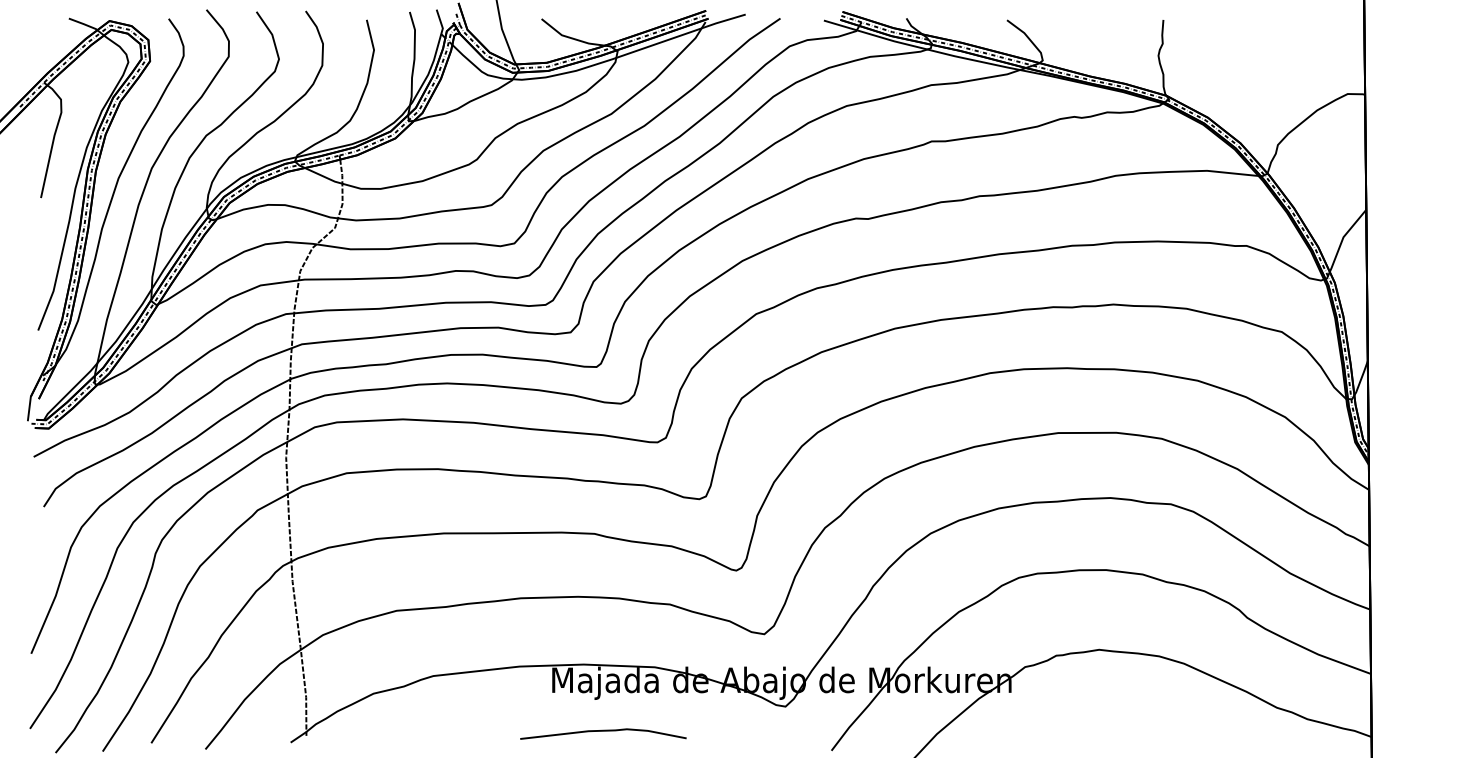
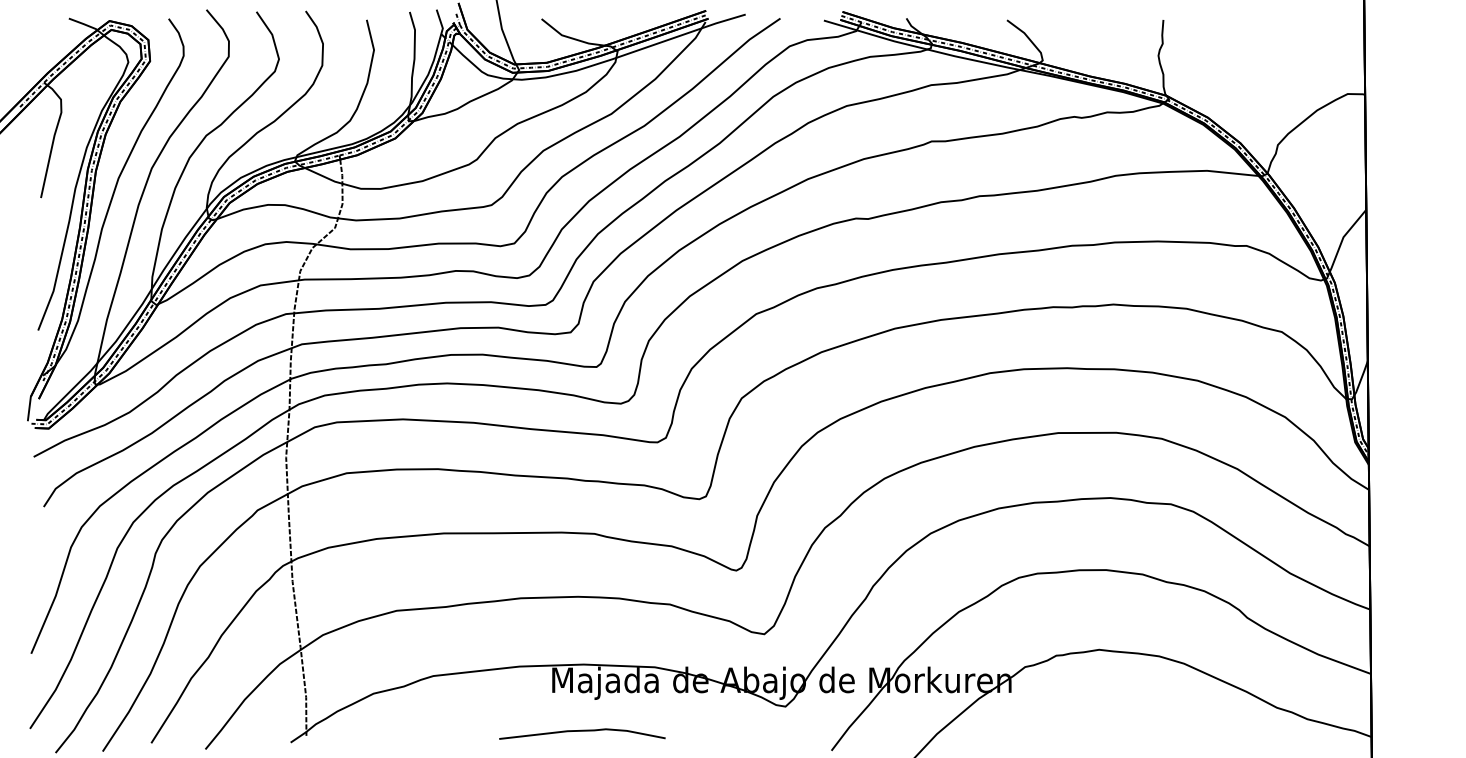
curve at (603, 731) position: (603, 731) -> (582, 731)
